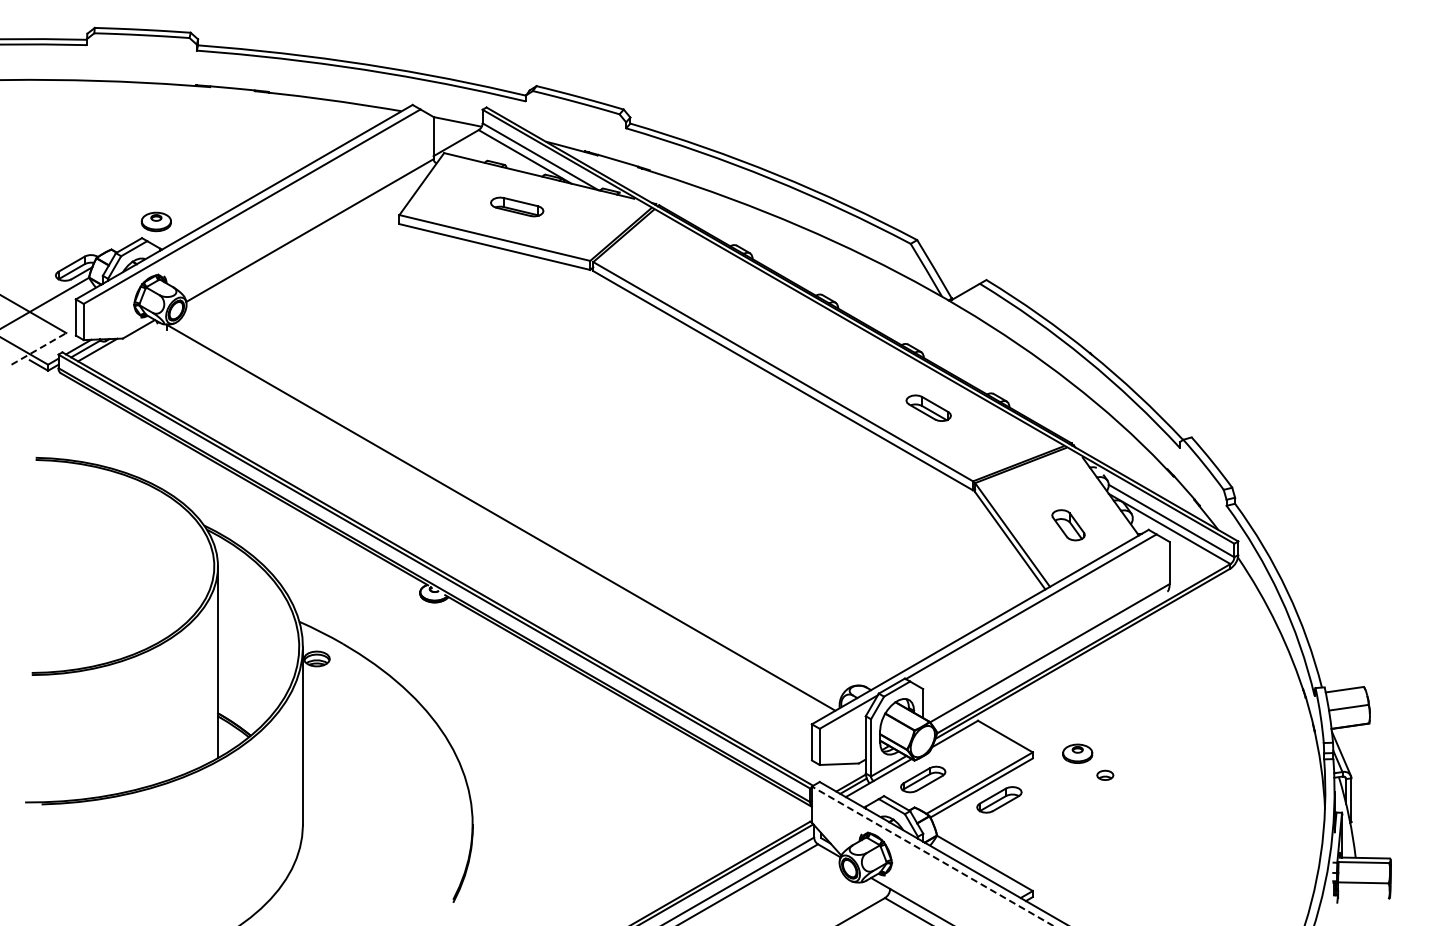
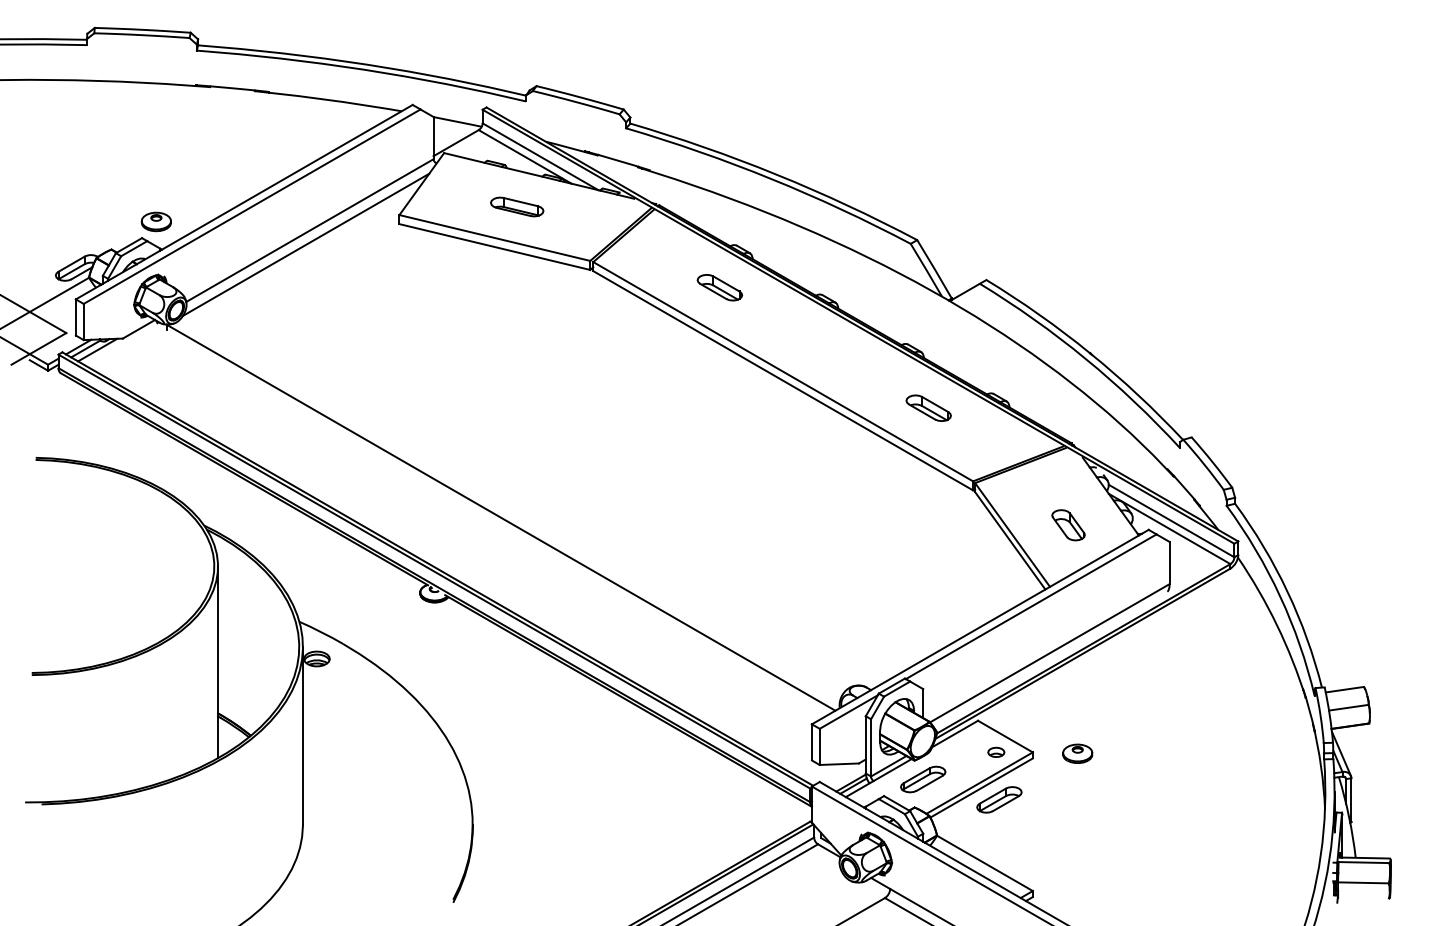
line at (306, 244): none -> present
part at (719, 287): none -> present
line at (38, 348): dashed -> solid
part at (1105, 774) position: (1105, 774) -> (996, 751)
line at (932, 856): dashed -> solid
